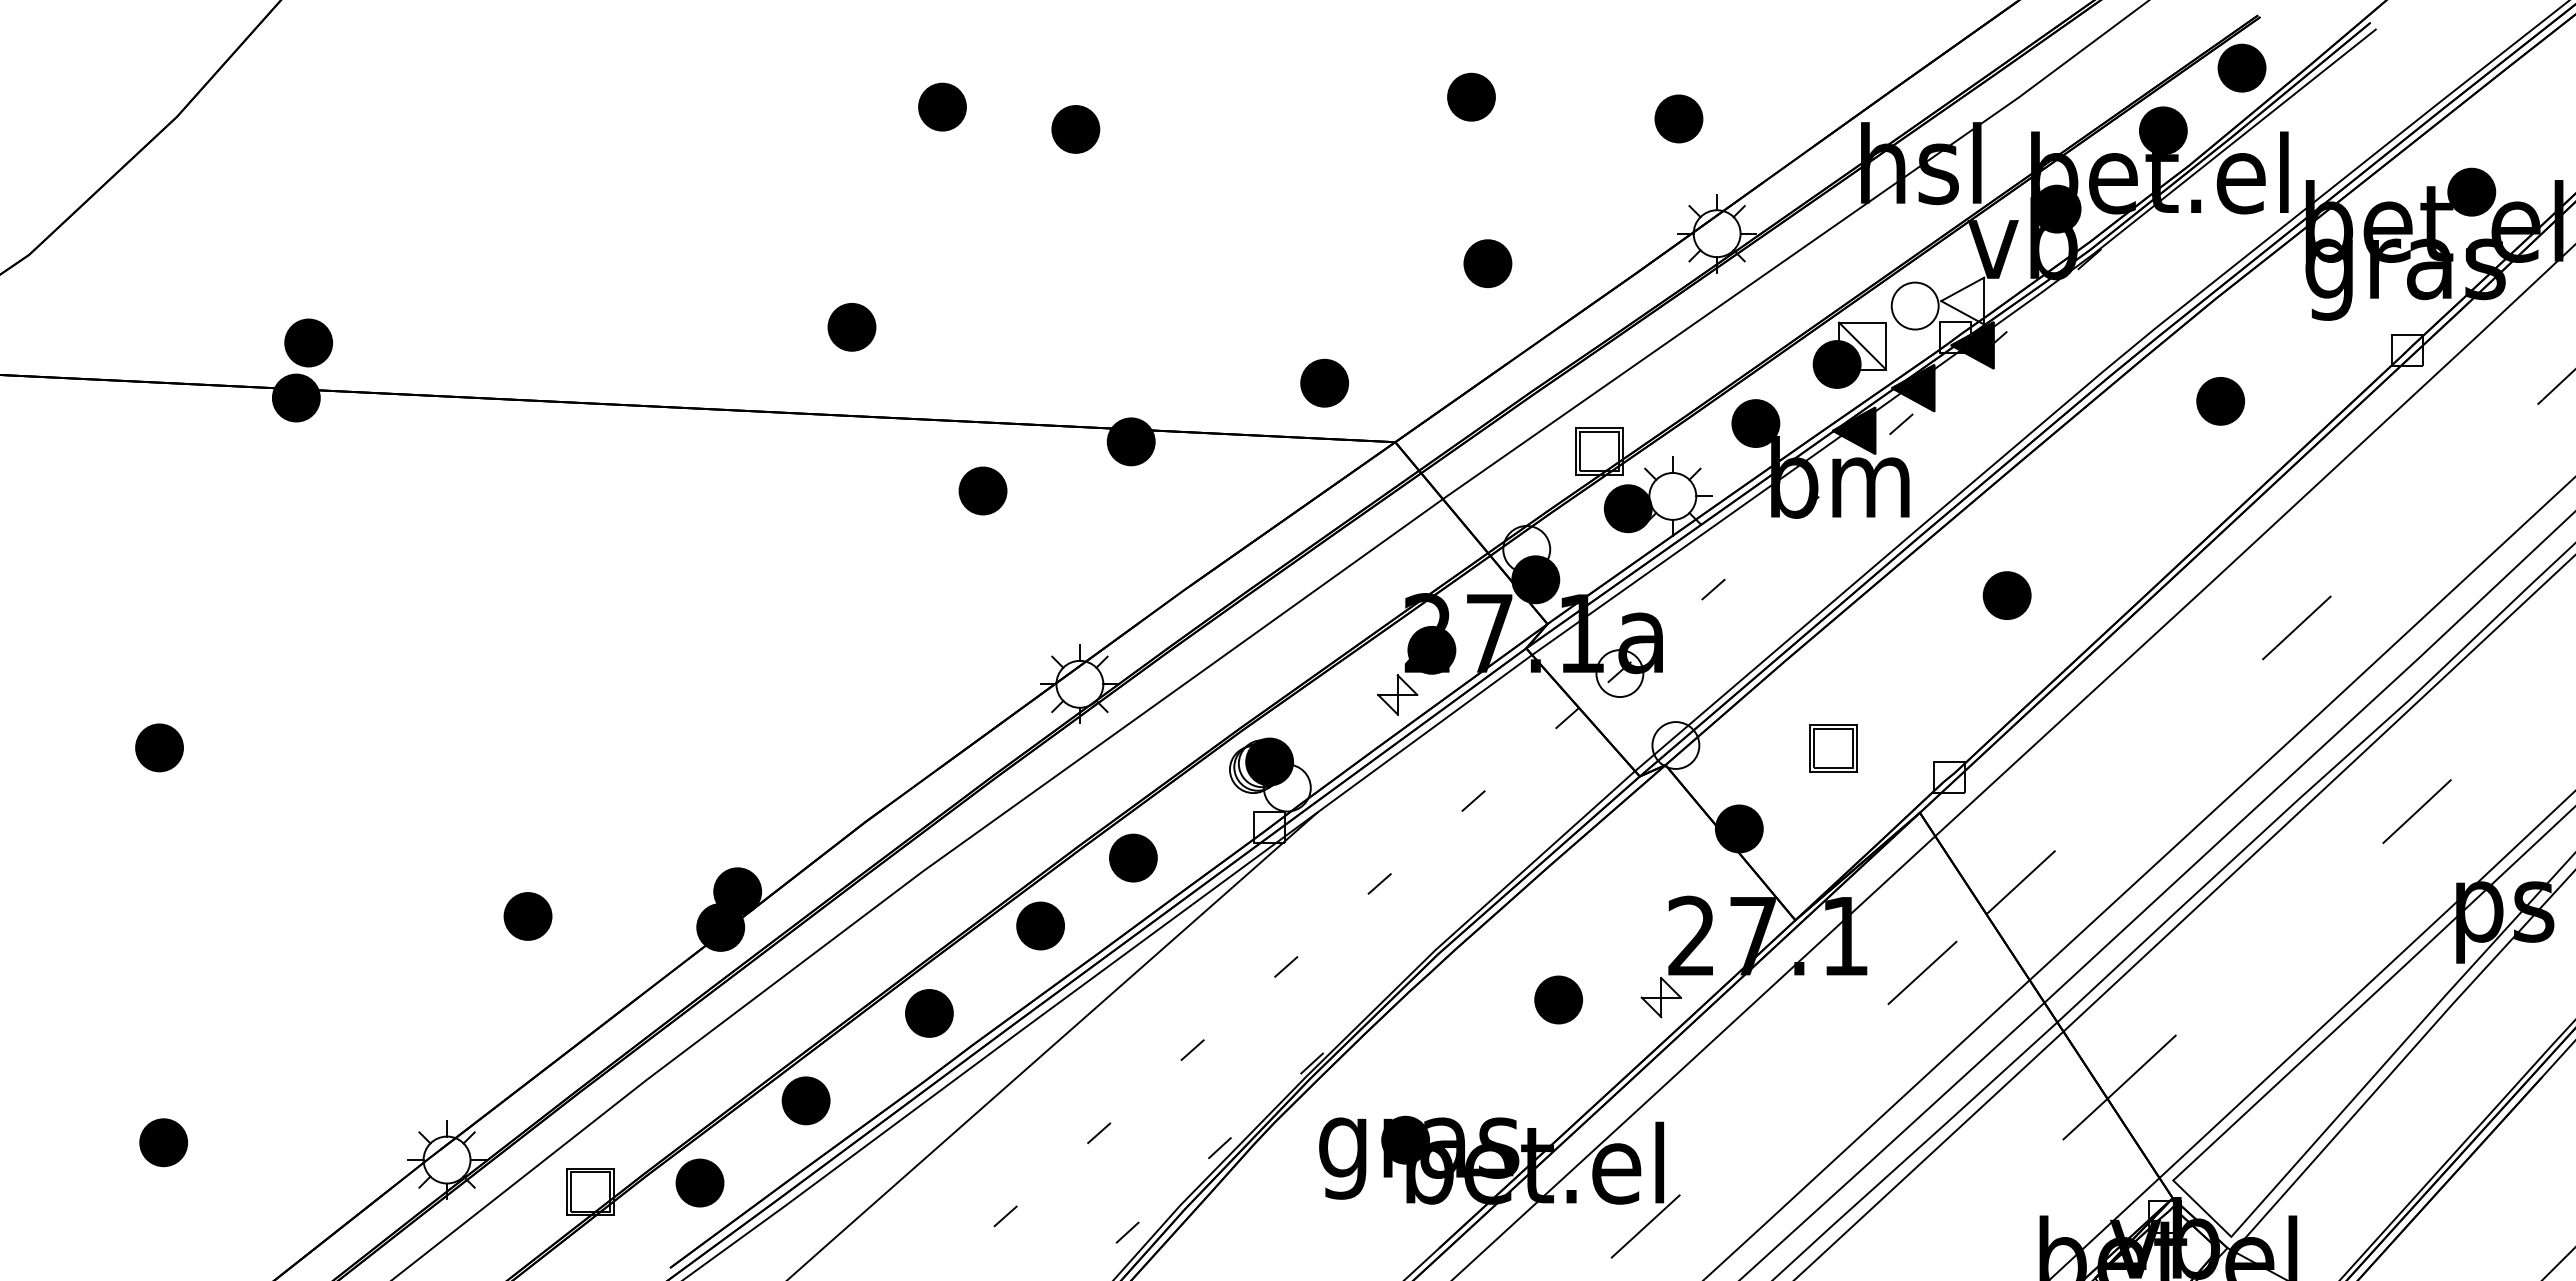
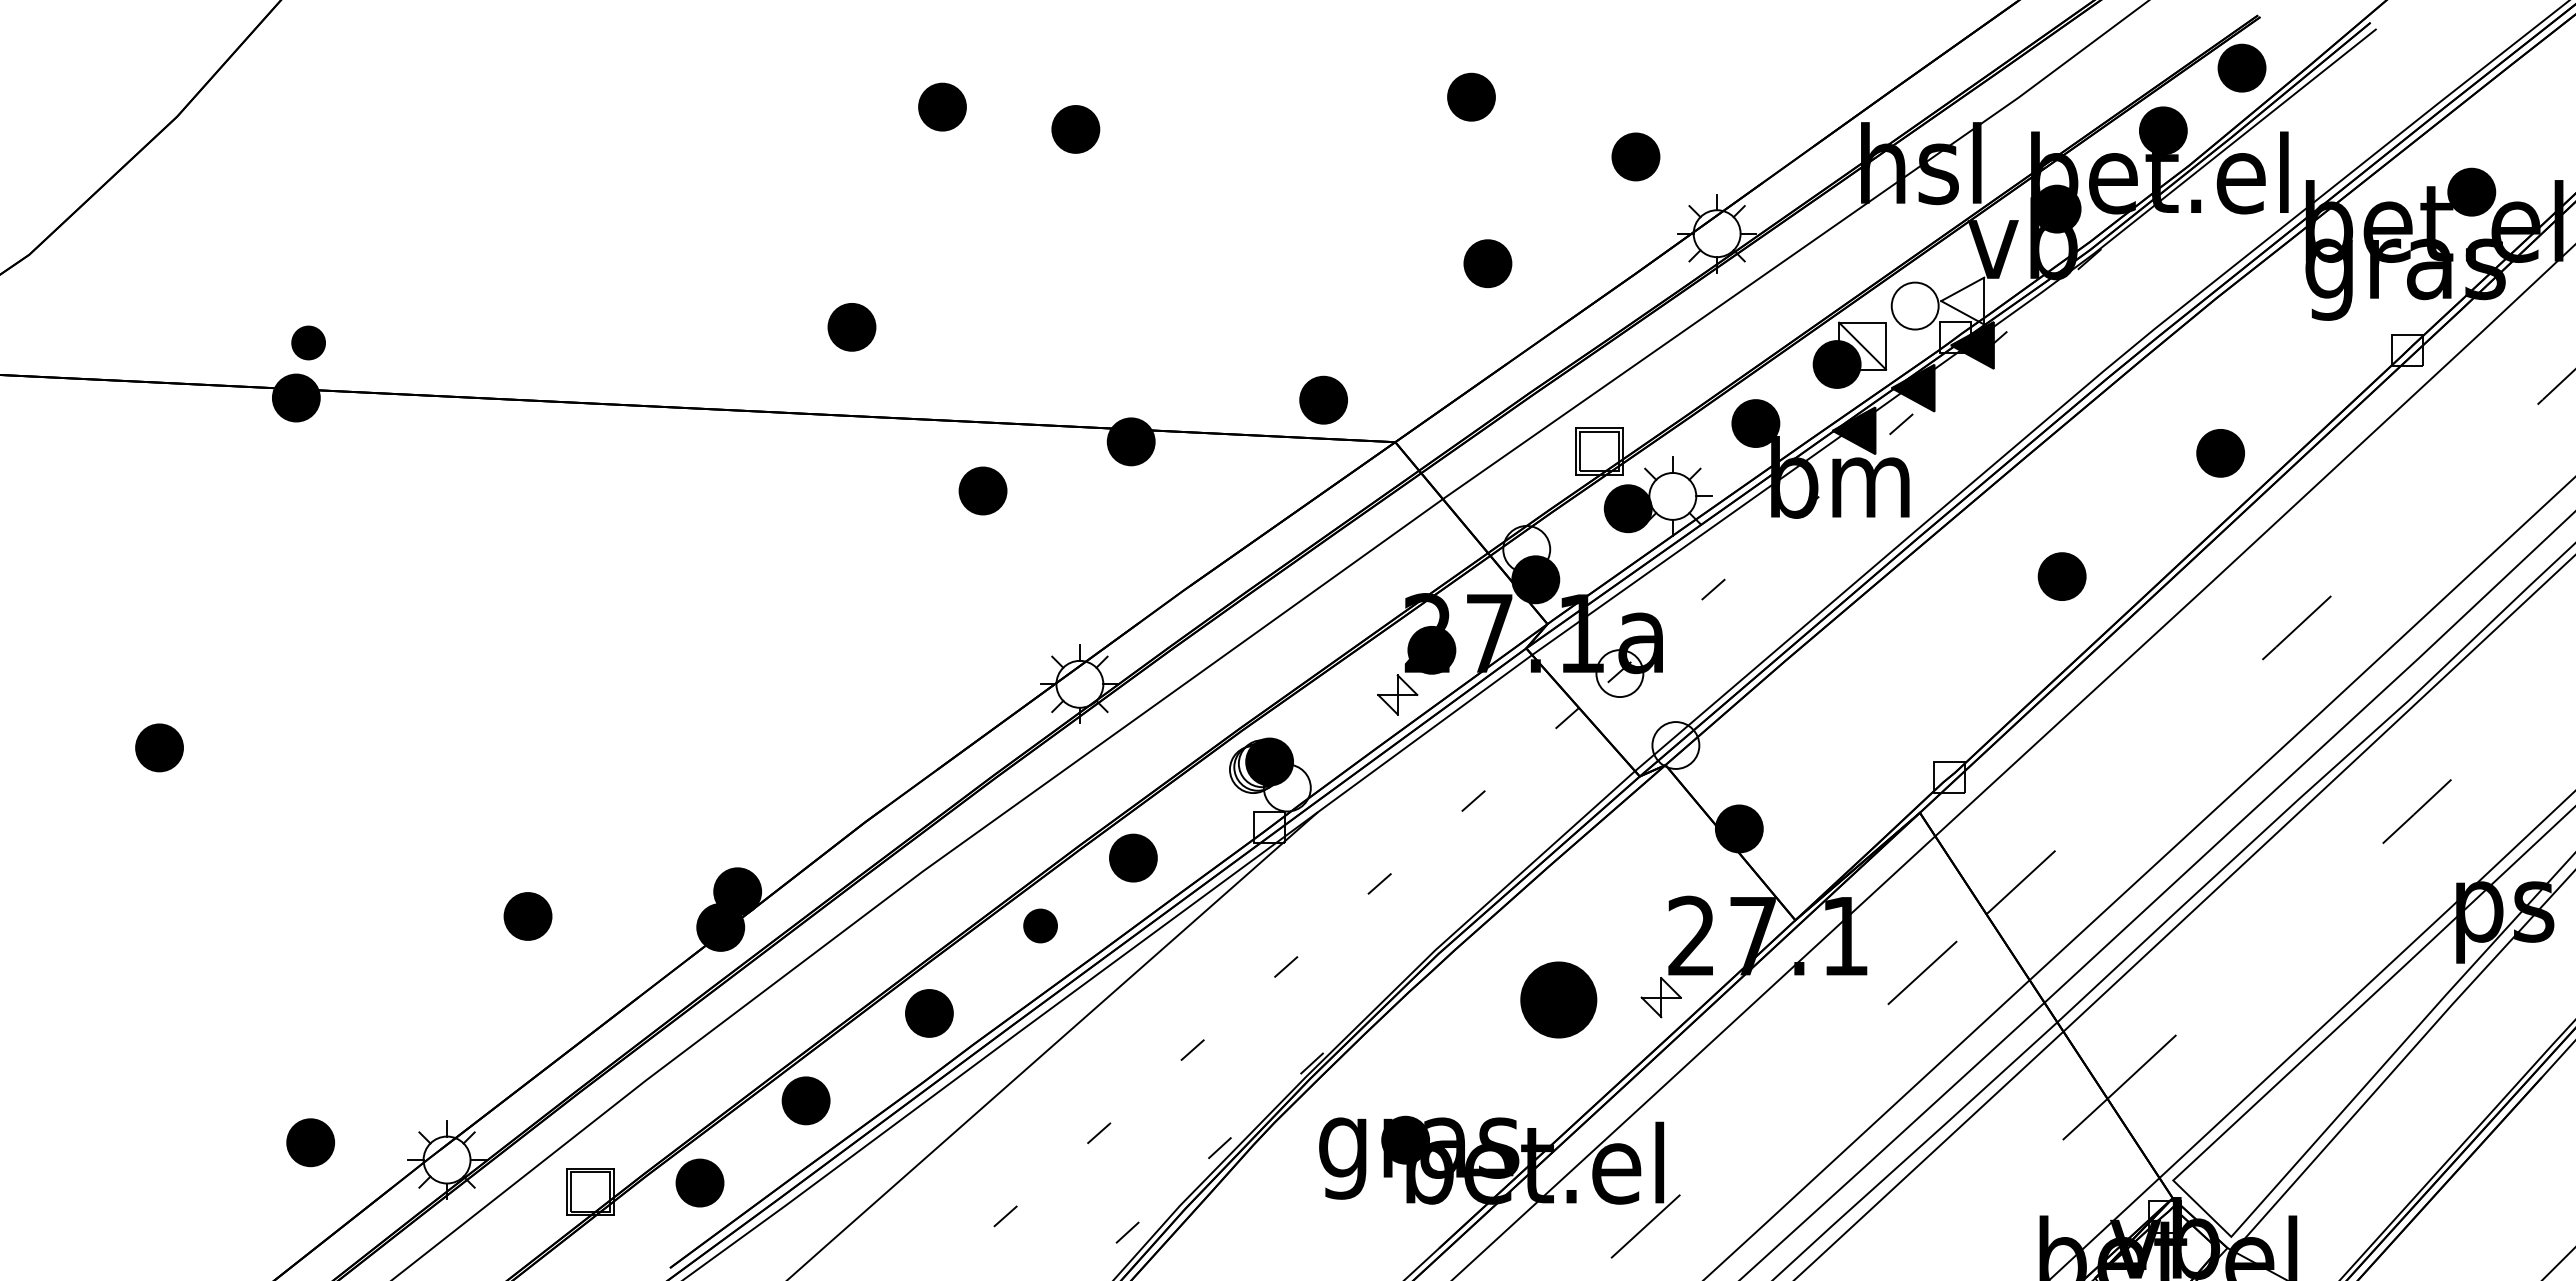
part at (1678, 118) position: (1678, 118) -> (1635, 156)
part at (308, 342) size: 49x50 px -> 35x36 px
part at (1324, 382) position: (1324, 382) -> (1323, 399)
part at (2220, 401) position: (2220, 401) -> (2220, 453)
part at (2006, 595) position: (2006, 595) -> (2061, 576)
part at (1833, 748): present -> none
part at (1040, 925) size: 49x50 px -> 35x36 px
part at (1558, 999) size: 49x50 px -> 78x78 px
part at (163, 1142) position: (163, 1142) -> (310, 1142)
